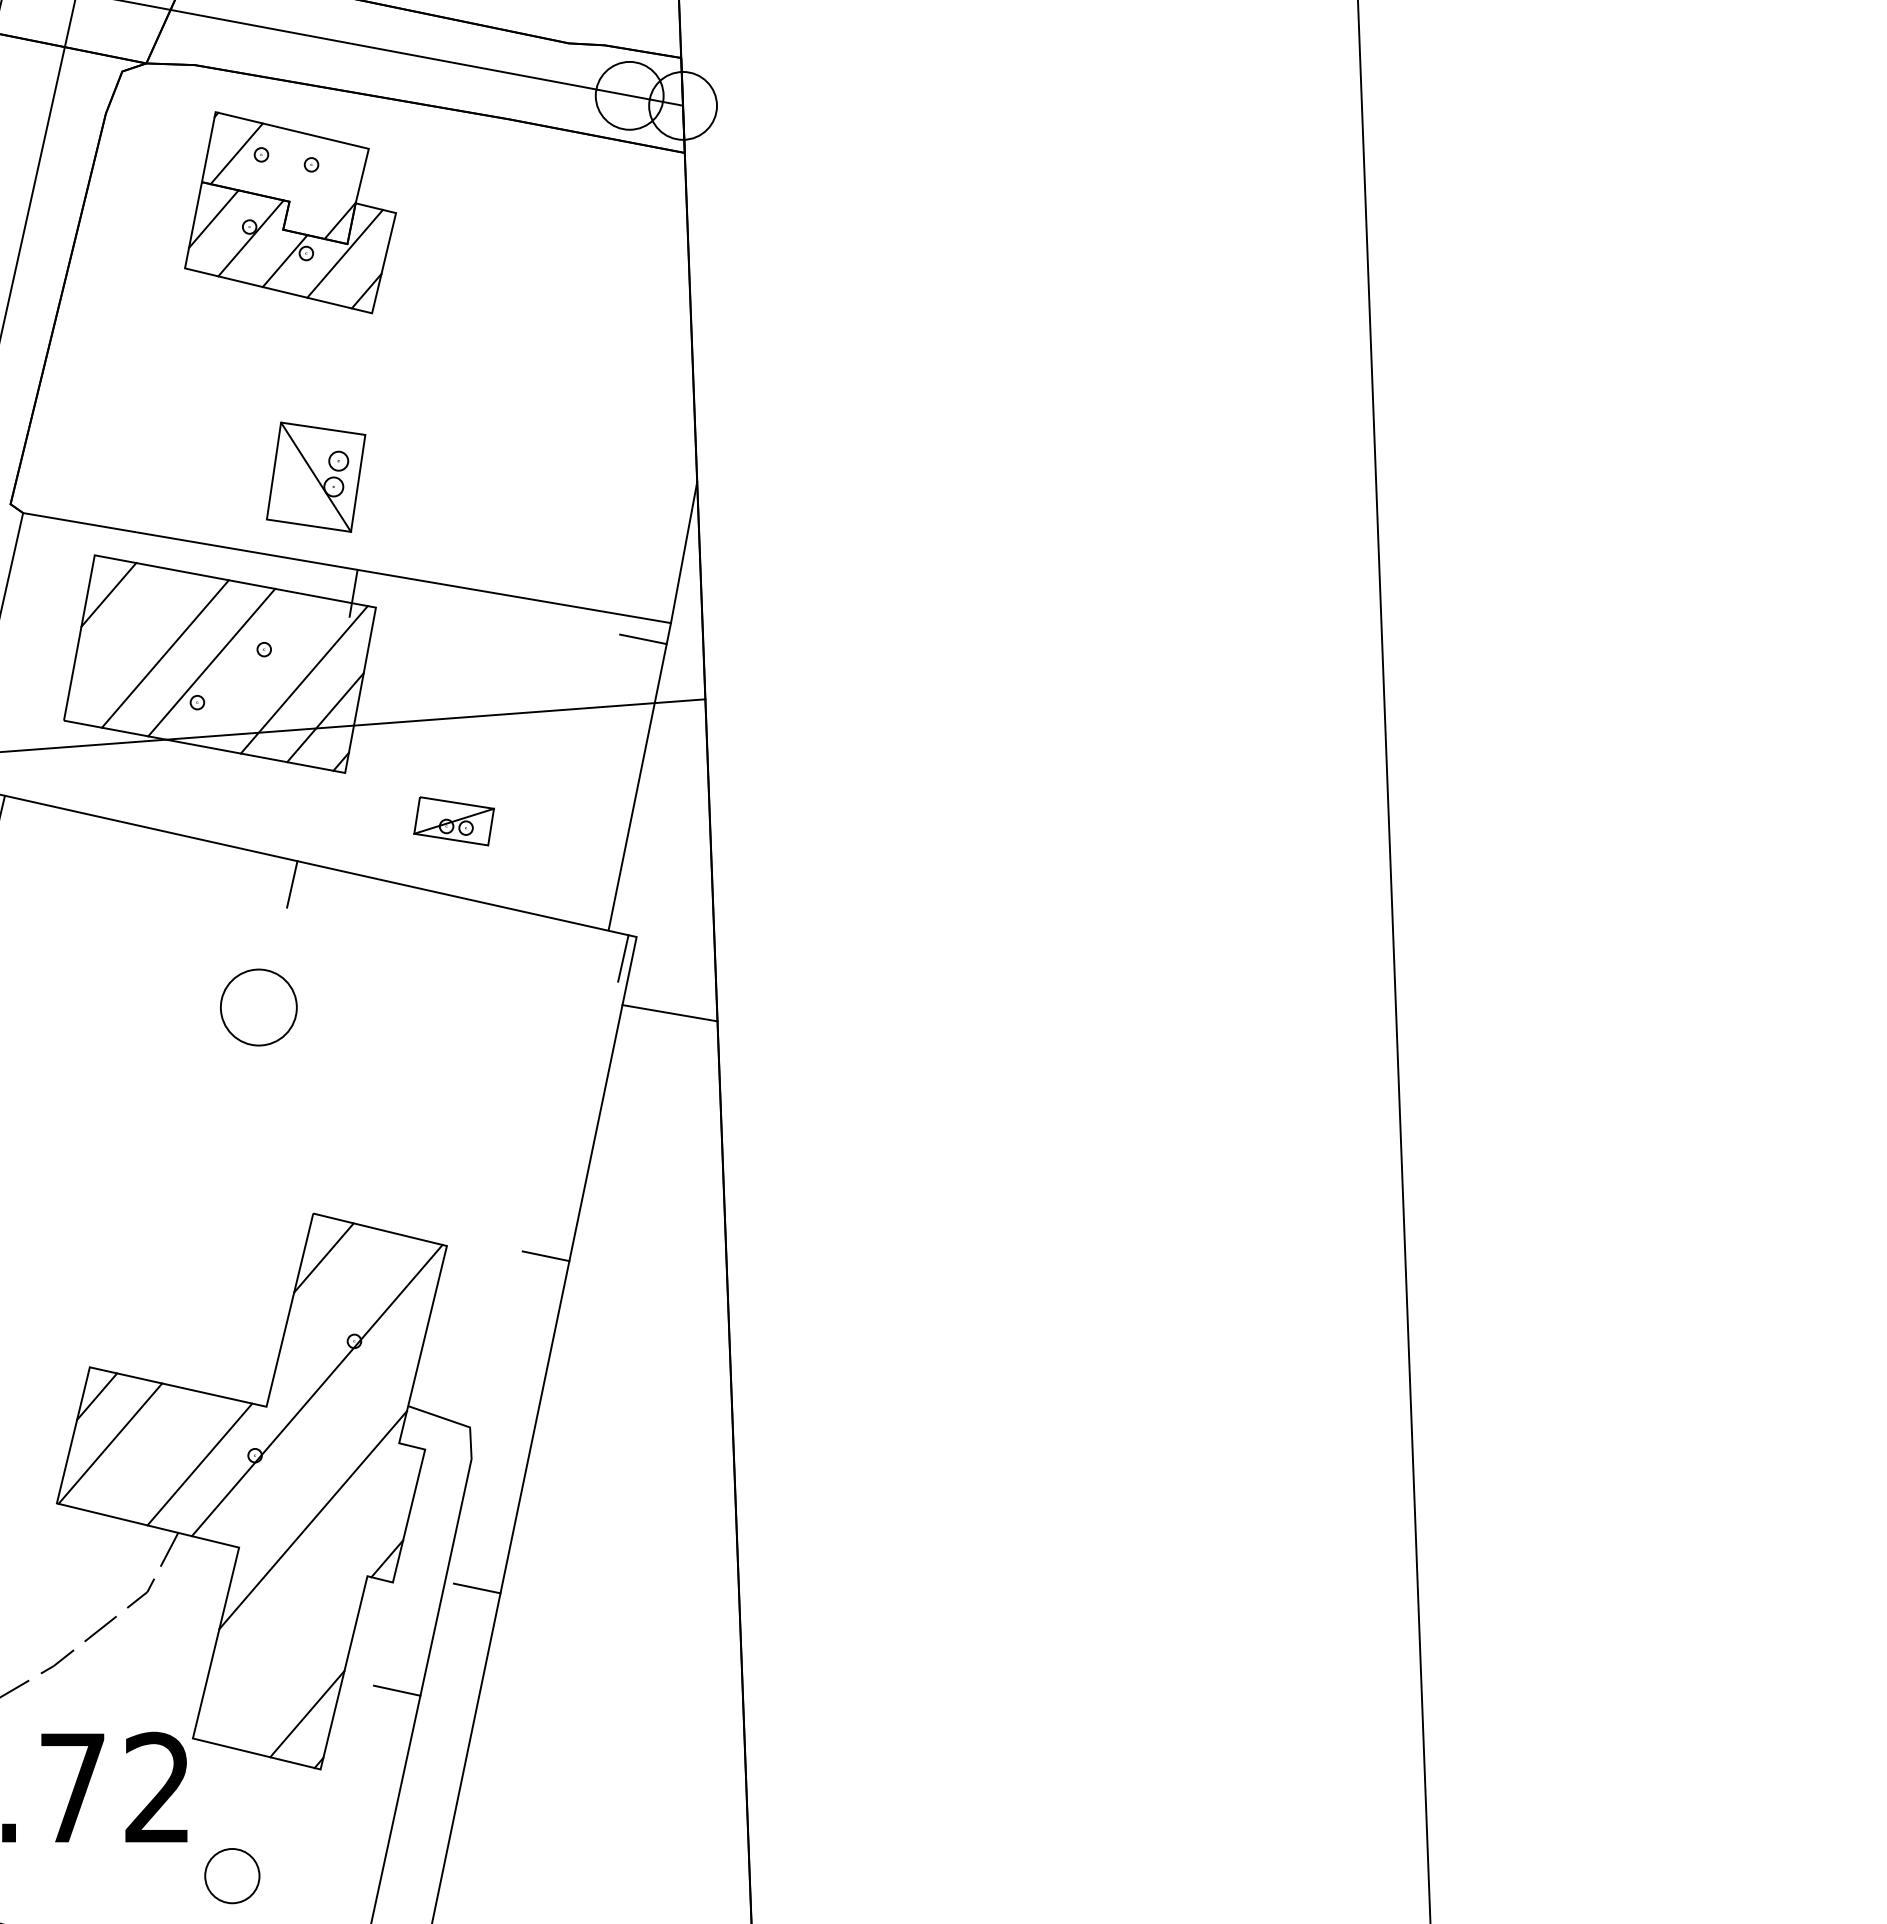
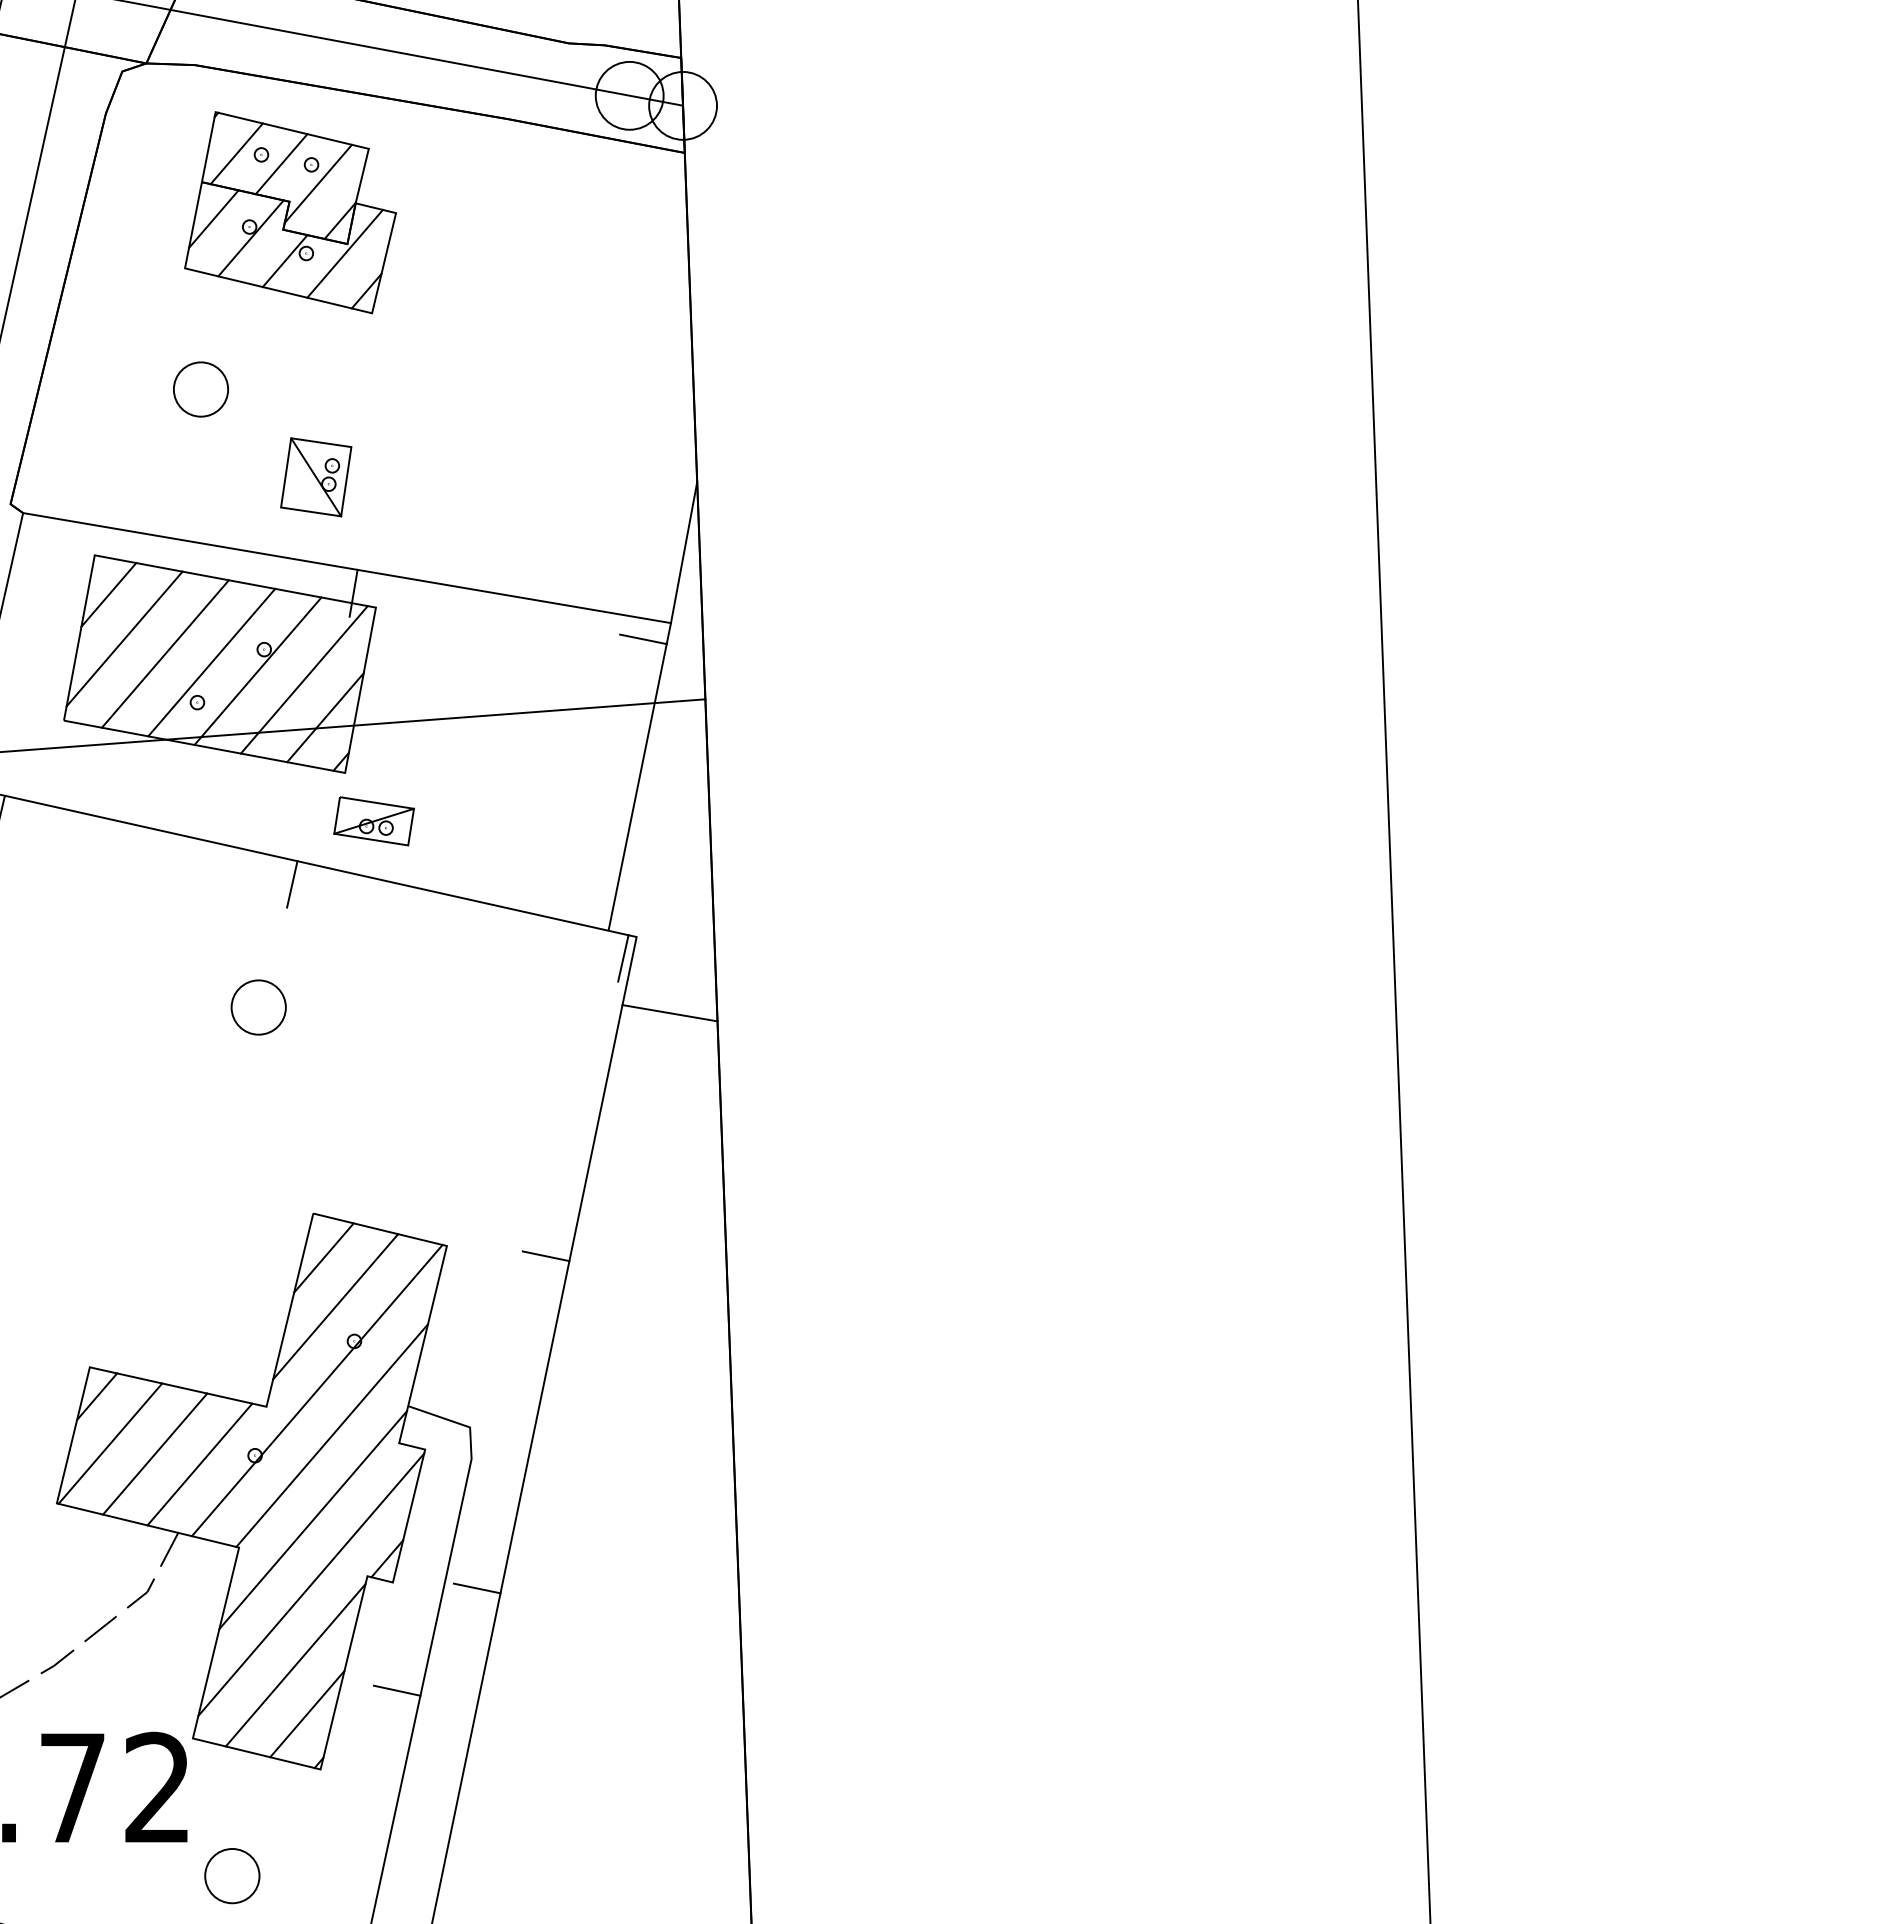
line at (281, 164): none -> present
line at (317, 183): none -> present
part at (200, 389): none -> present
part at (316, 476) size: 101x112 px -> 73x81 px
line at (124, 638): none -> present
line at (257, 670): none -> present
part at (453, 821) position: (453, 821) -> (373, 821)
part at (258, 1007) size: 78x79 px -> 57x57 px
line at (335, 1306): none -> present
line at (331, 1435): none -> present
line at (155, 1453): none -> present
line at (311, 1584): none -> present
line at (295, 1665): none -> present
